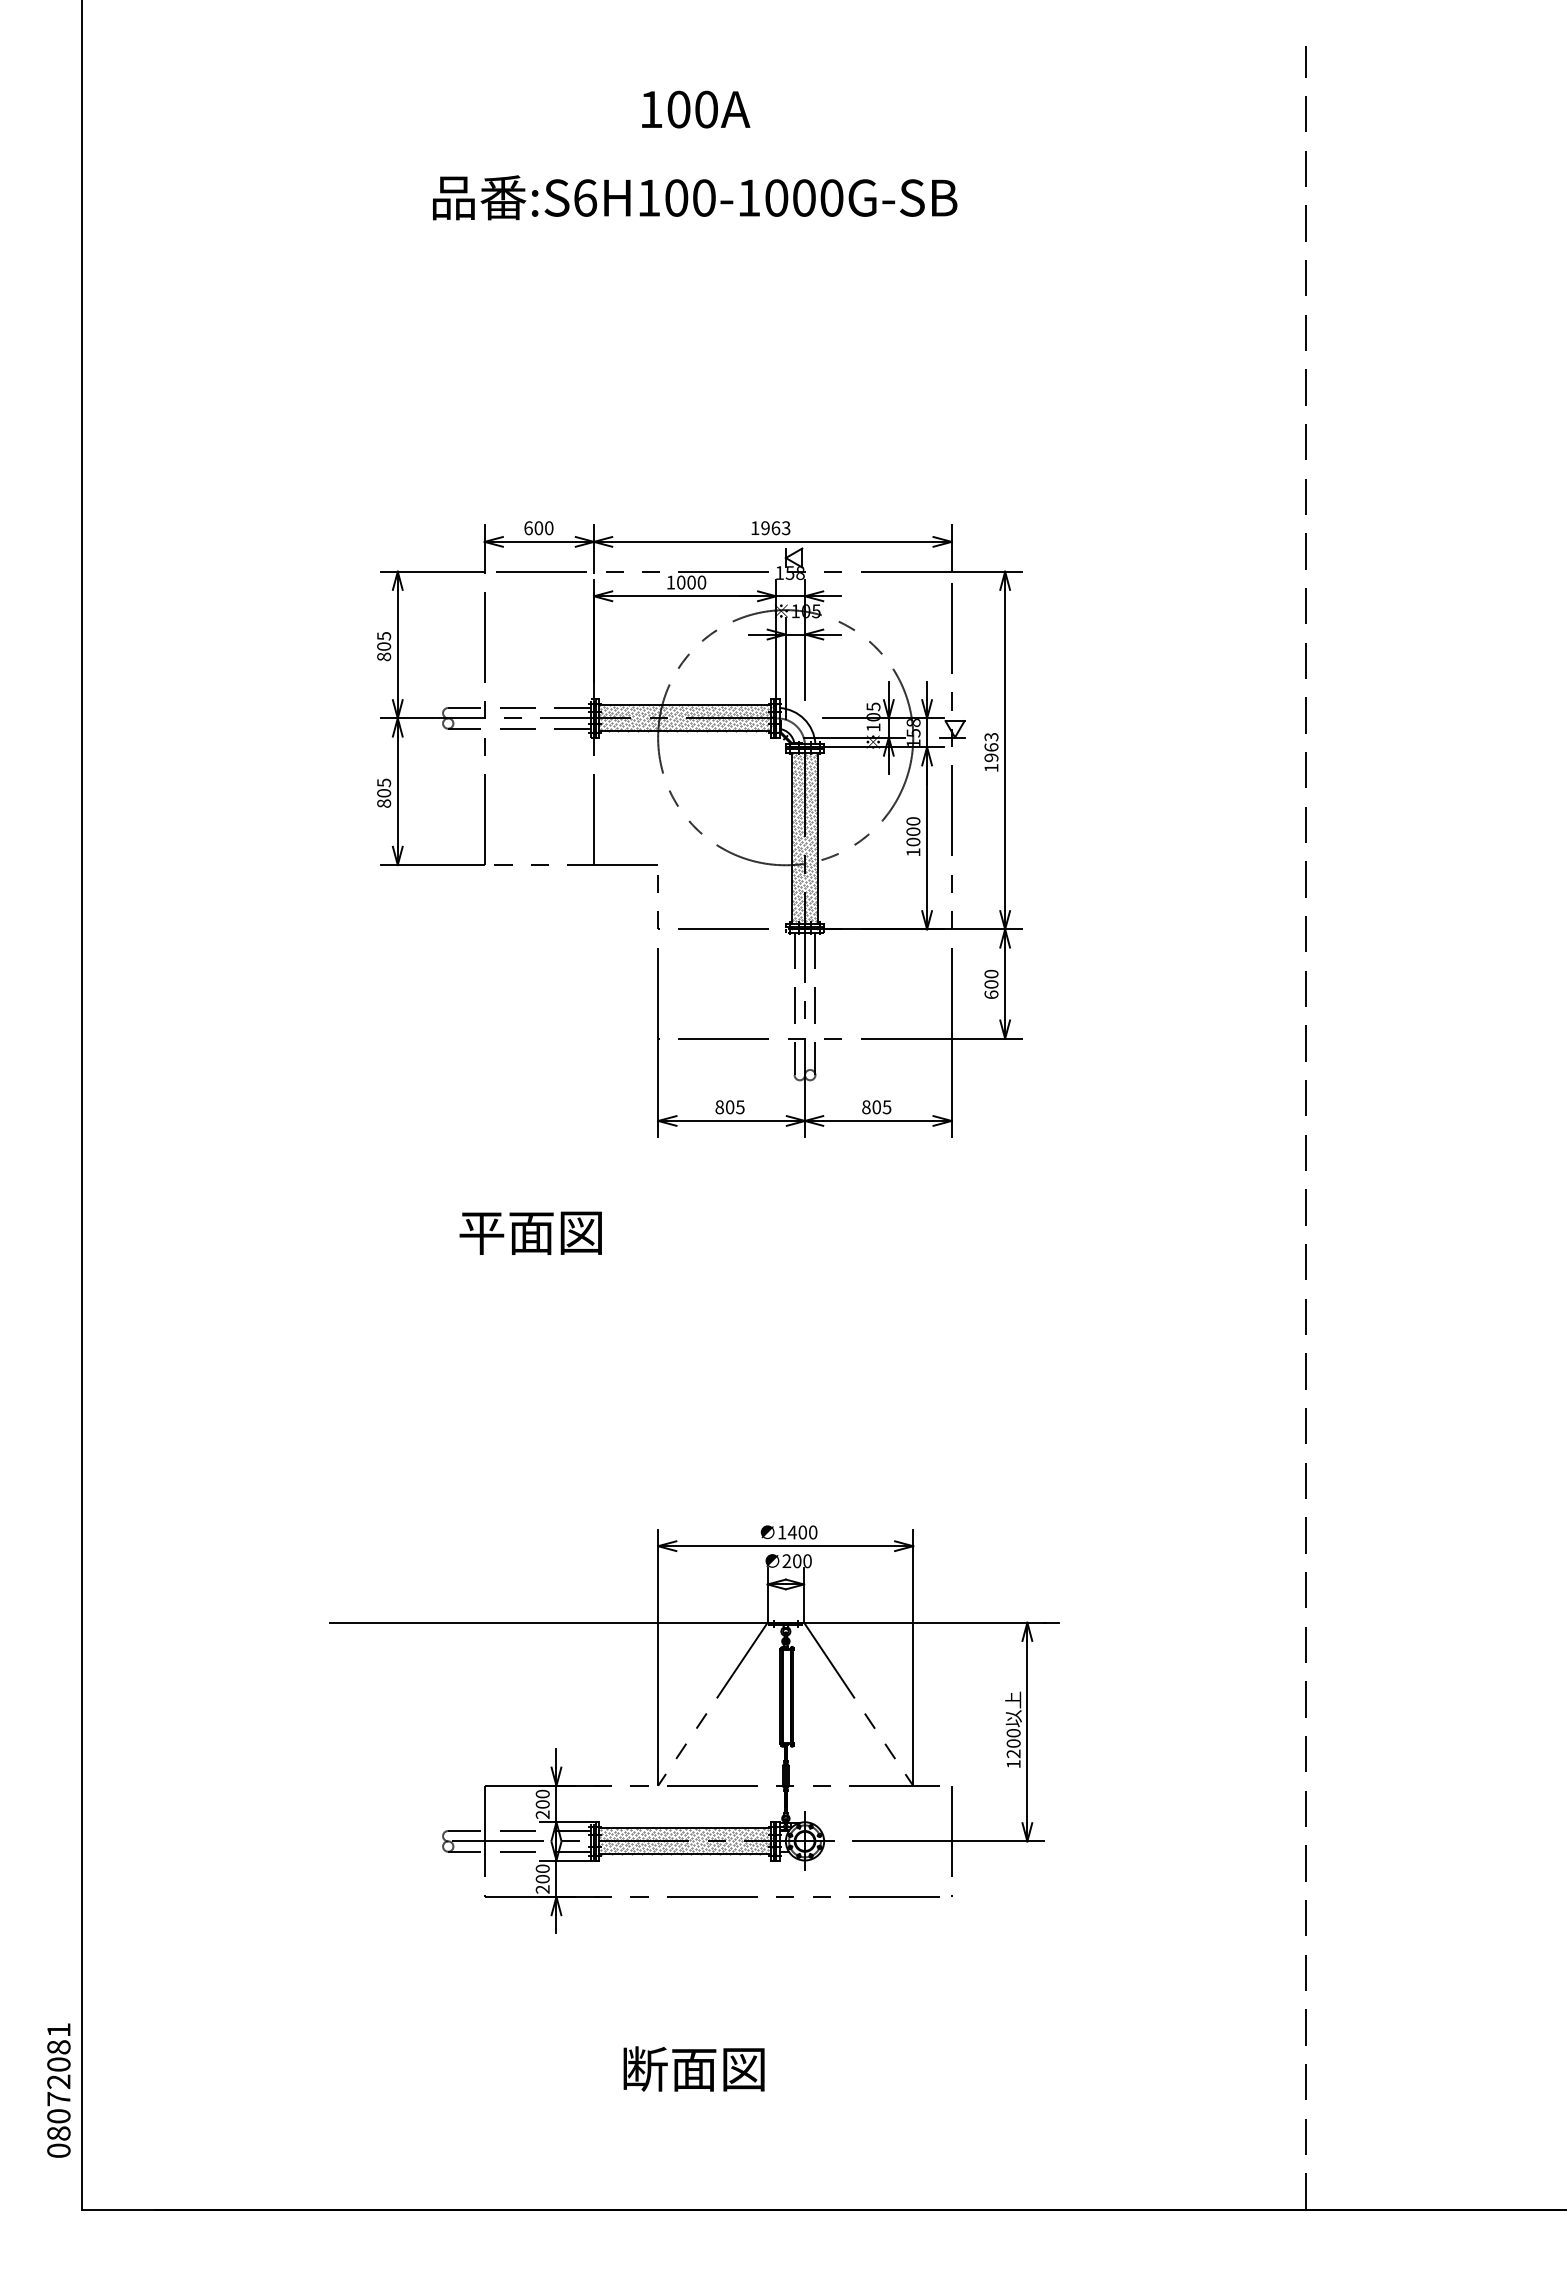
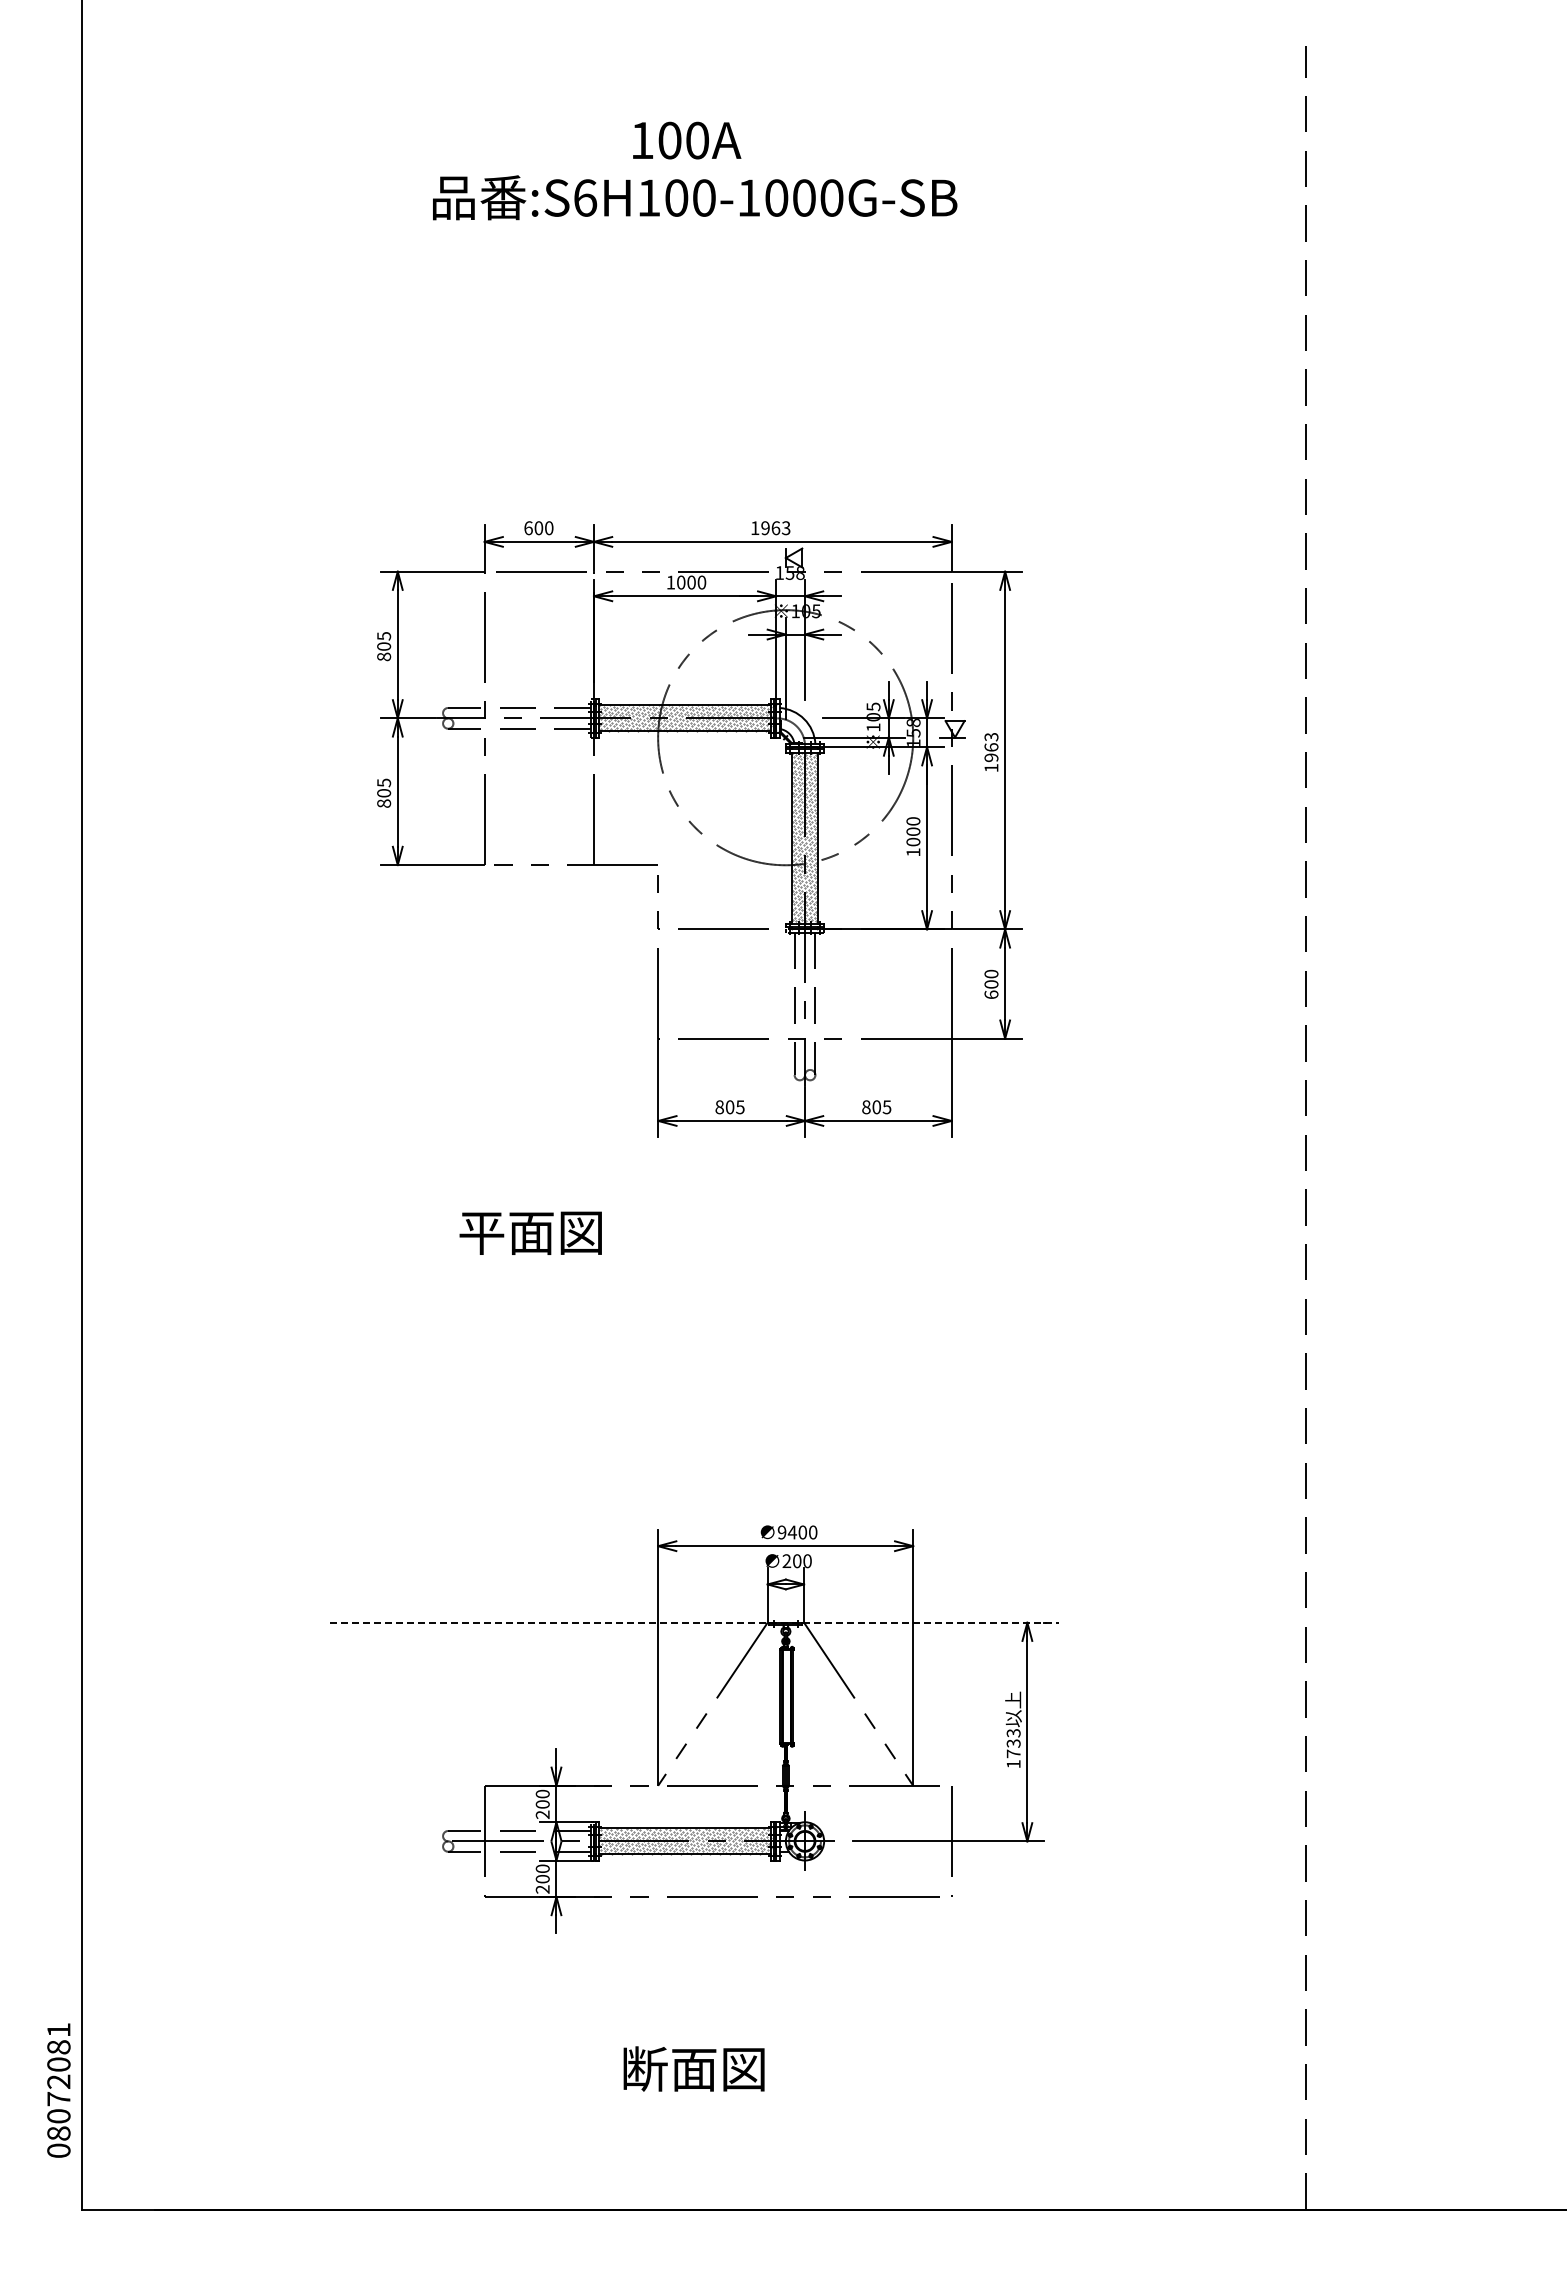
text at (696, 109) position: (696, 109) -> (687, 140)
text at (781, 1532): 1400 -> 9400
line at (694, 1622): solid -> dashed
text at (1013, 1743): 1200 -> 1733
